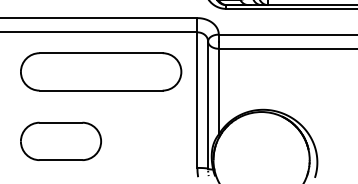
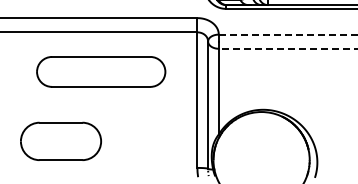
line at (288, 34): solid -> dashed
line at (287, 48): solid -> dashed
part at (101, 71) size: 163x40 px -> 131x32 px
